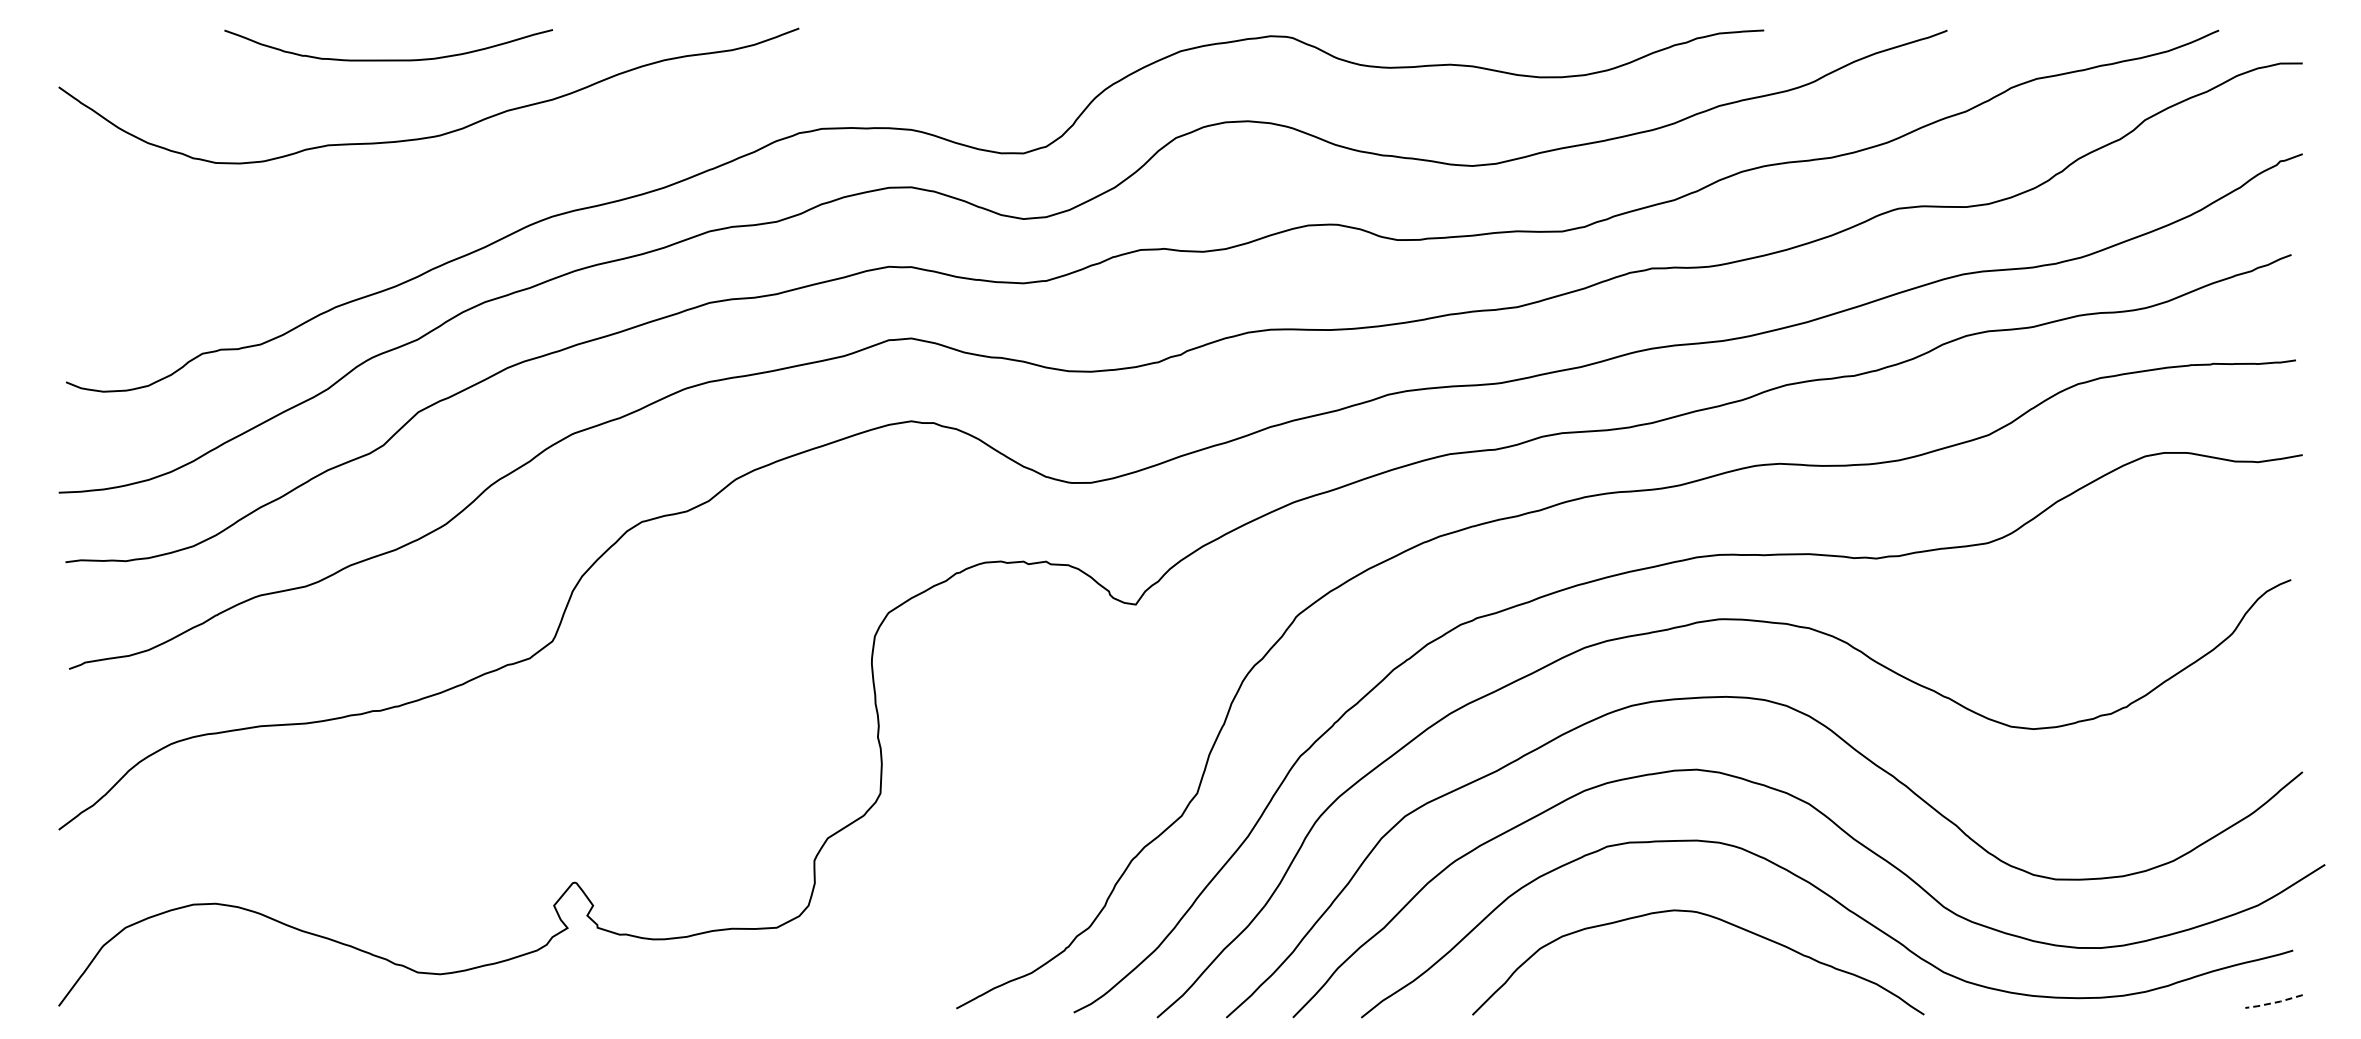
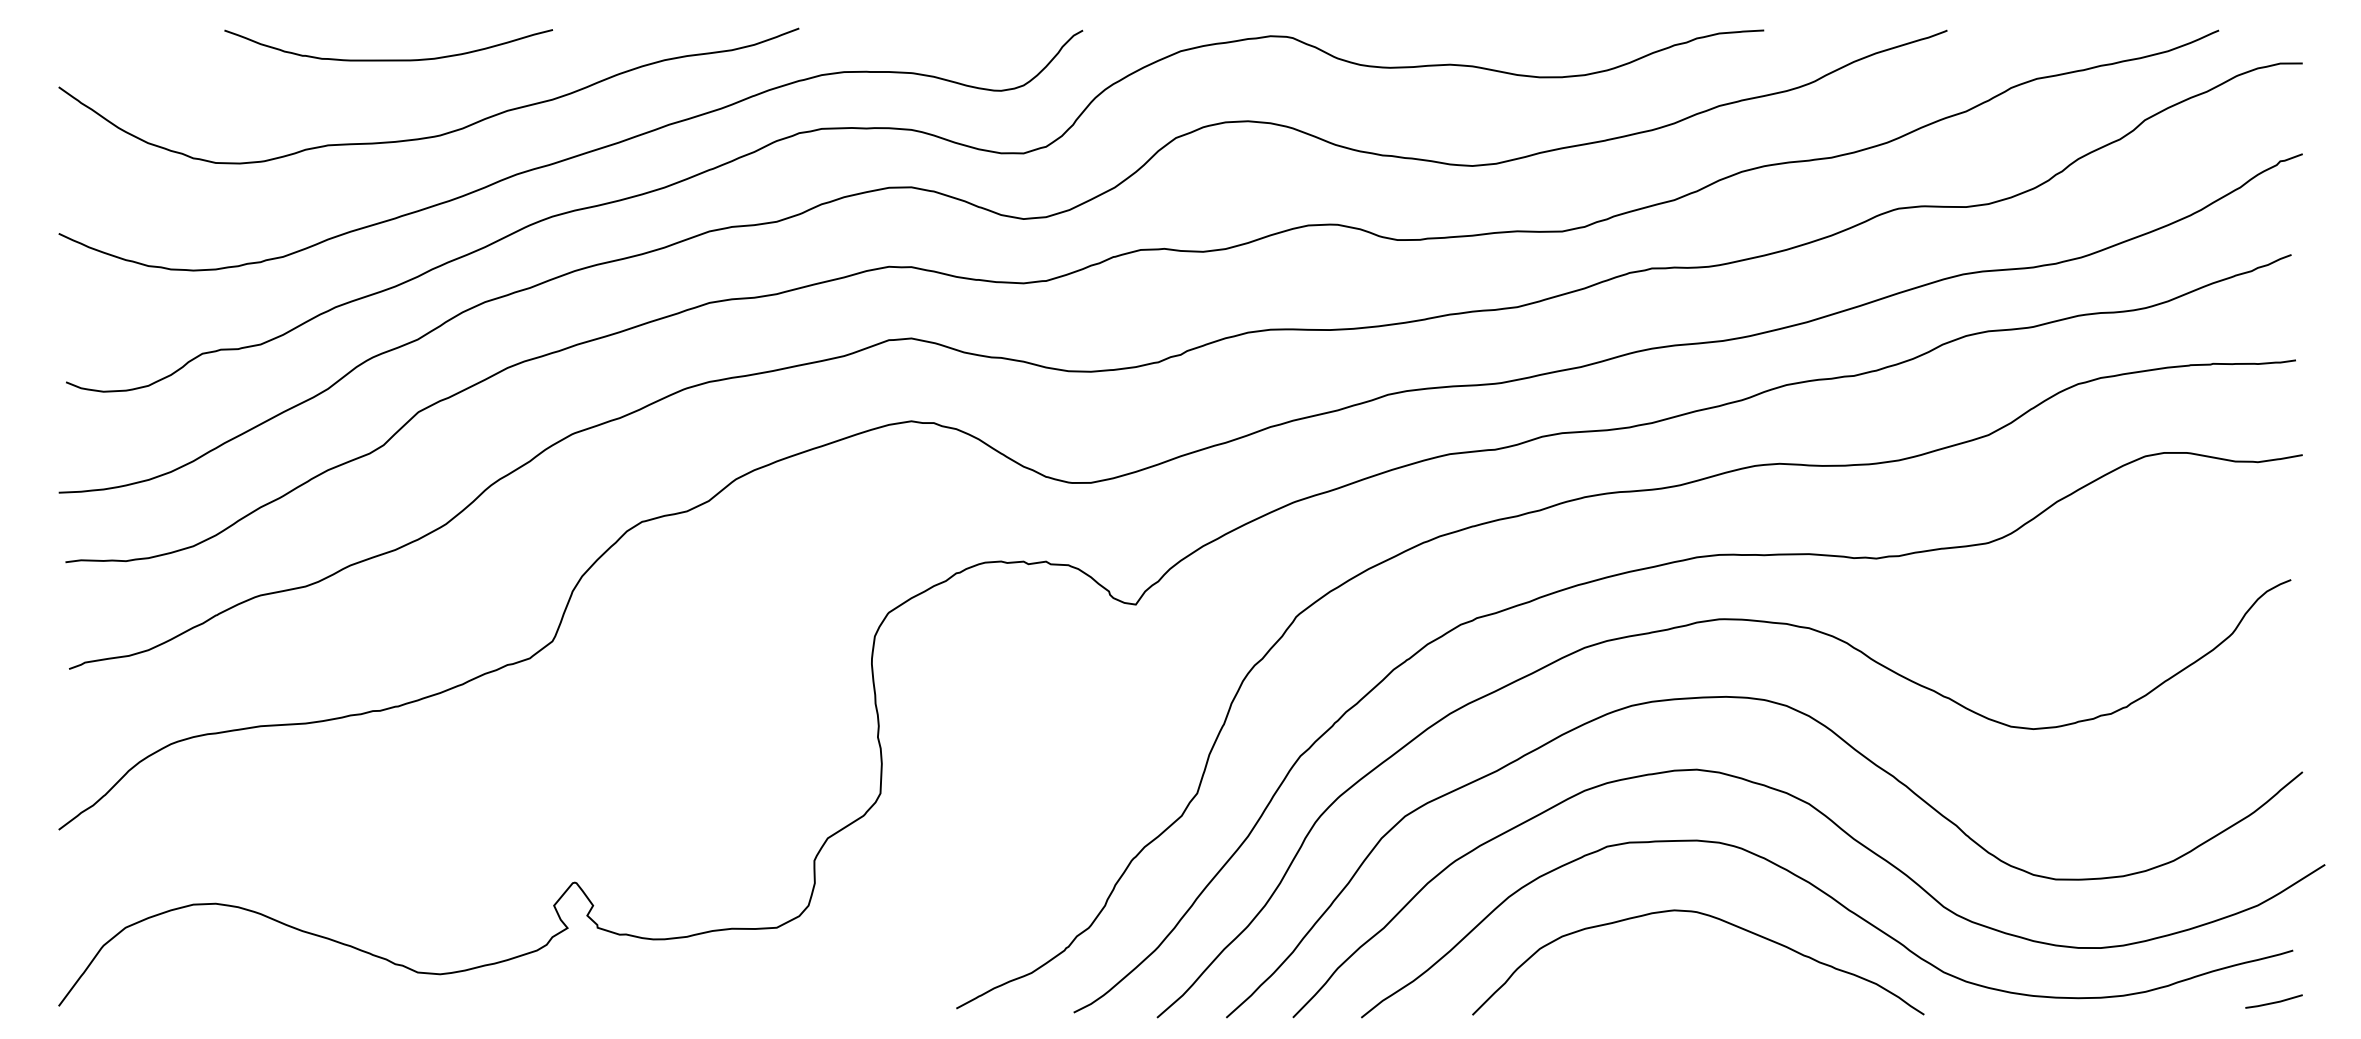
curve at (571, 156): none -> present
line at (2274, 1002): dashed -> solid
